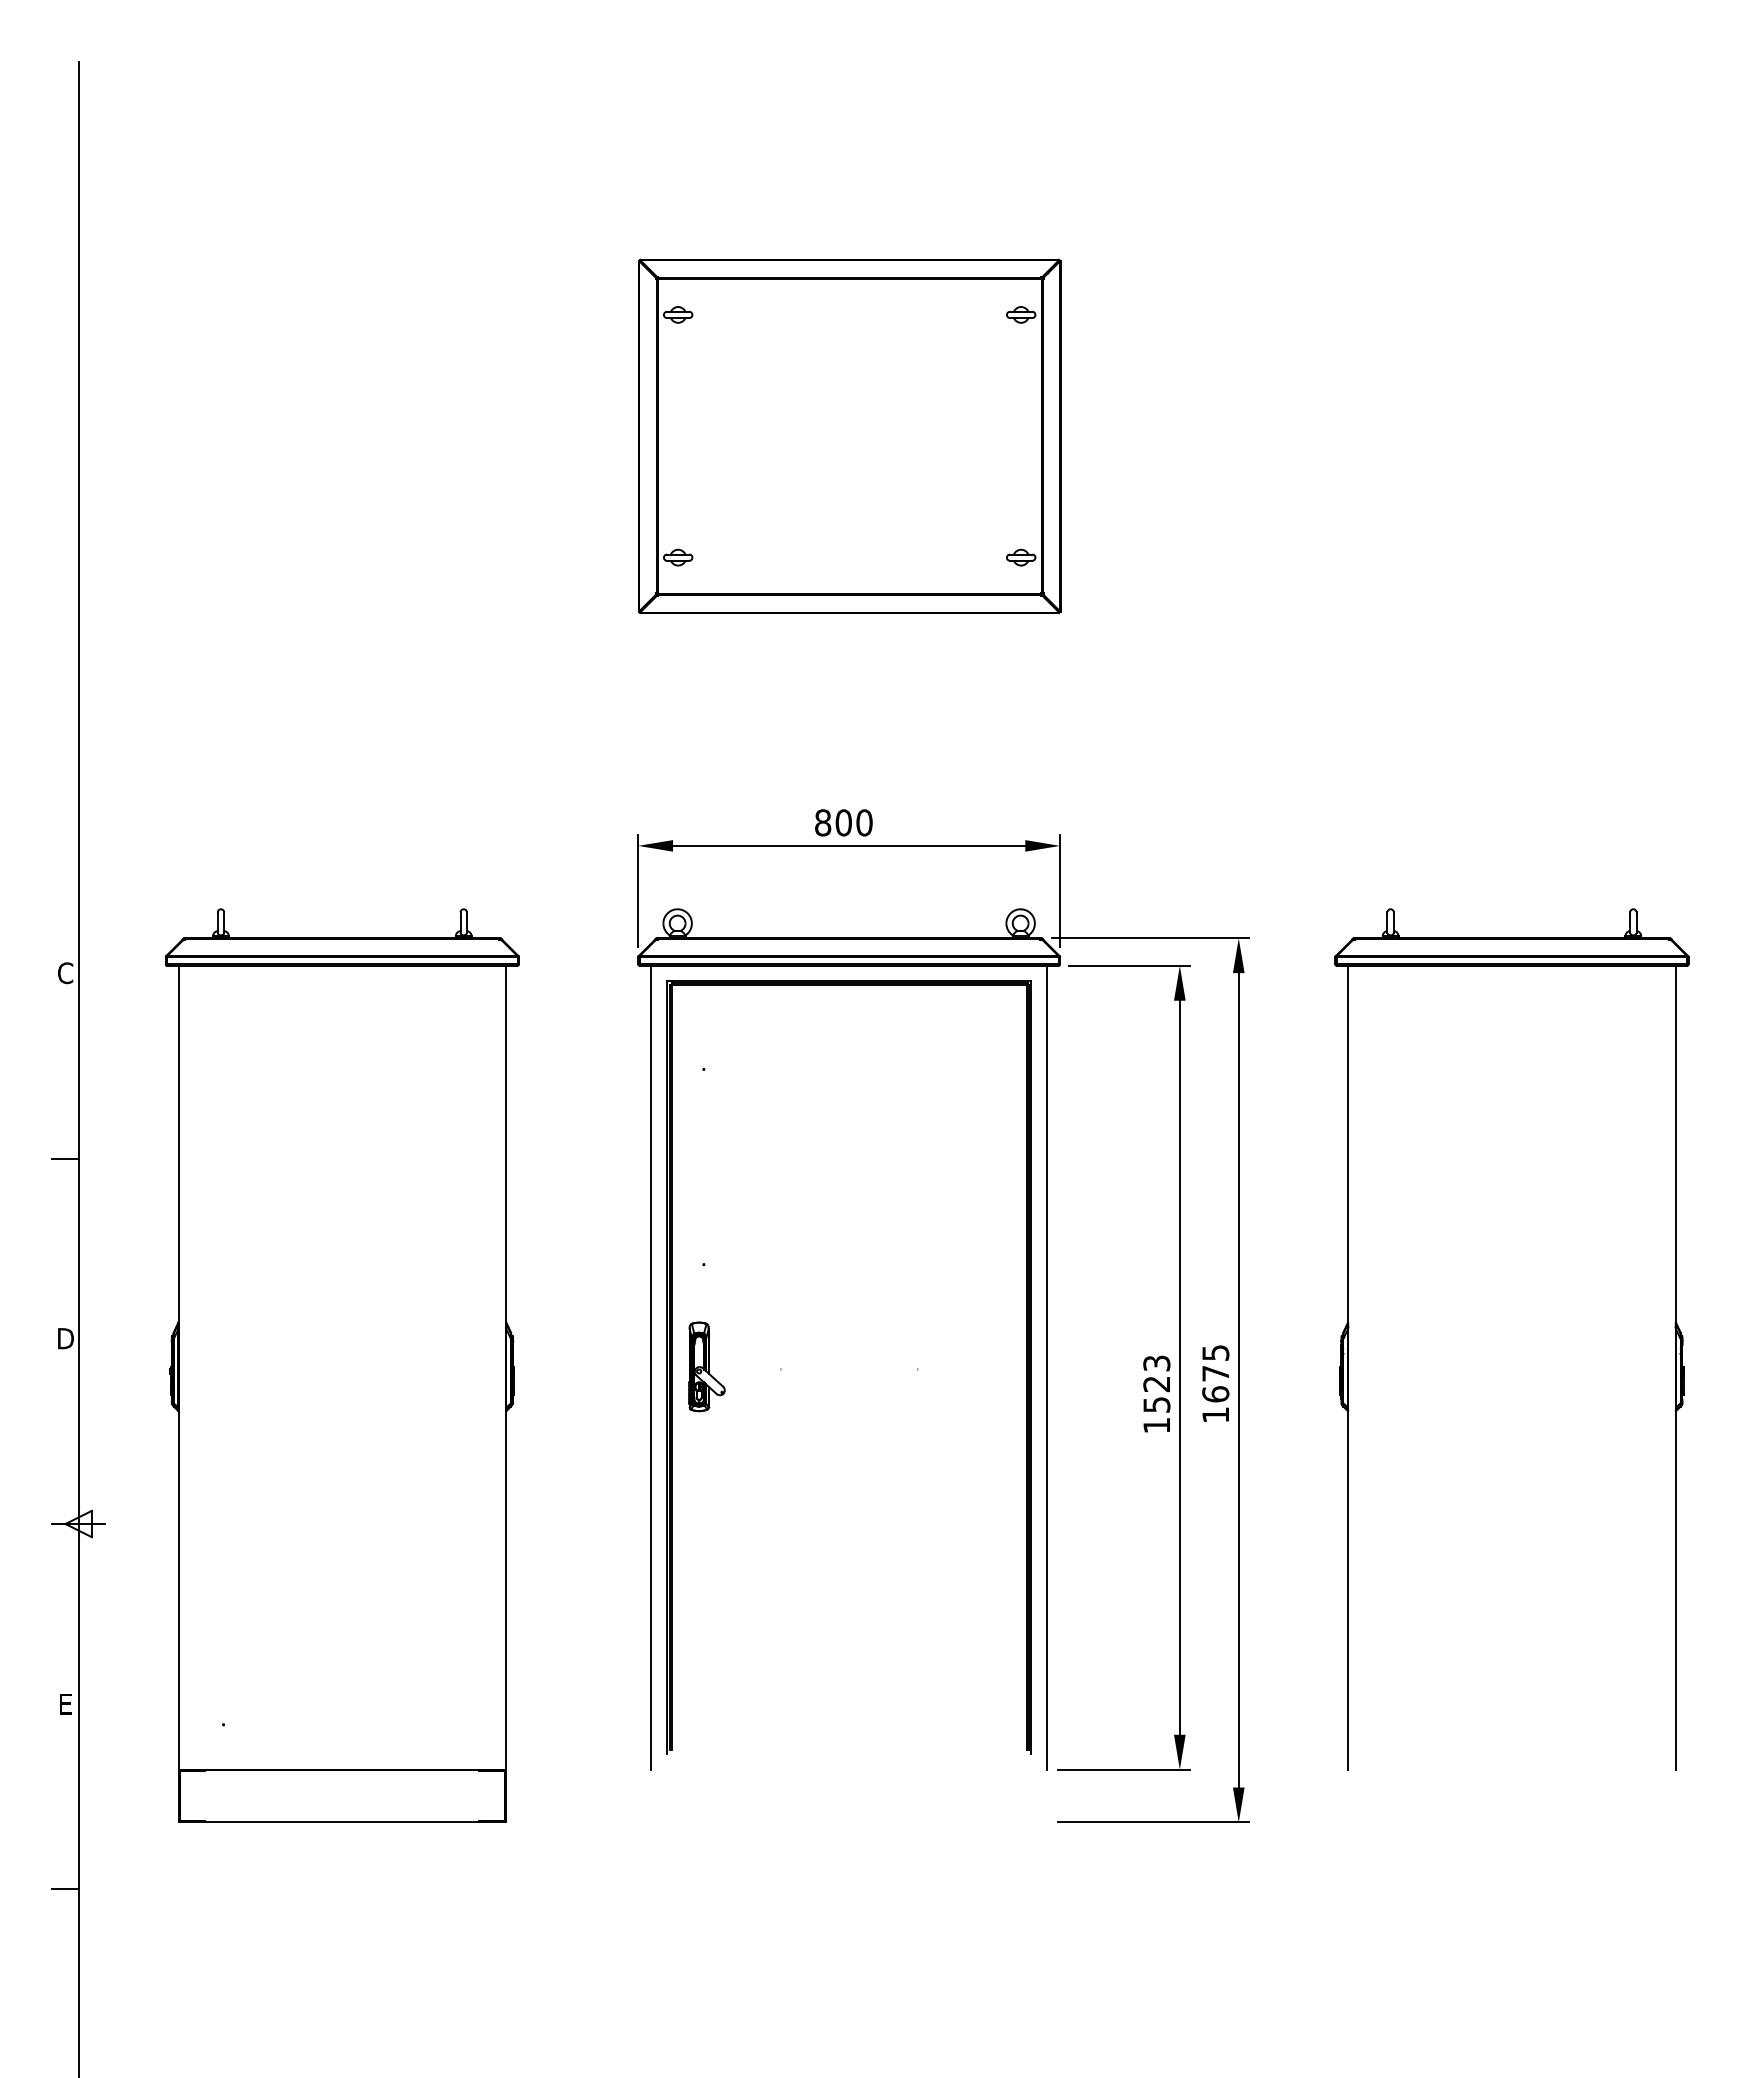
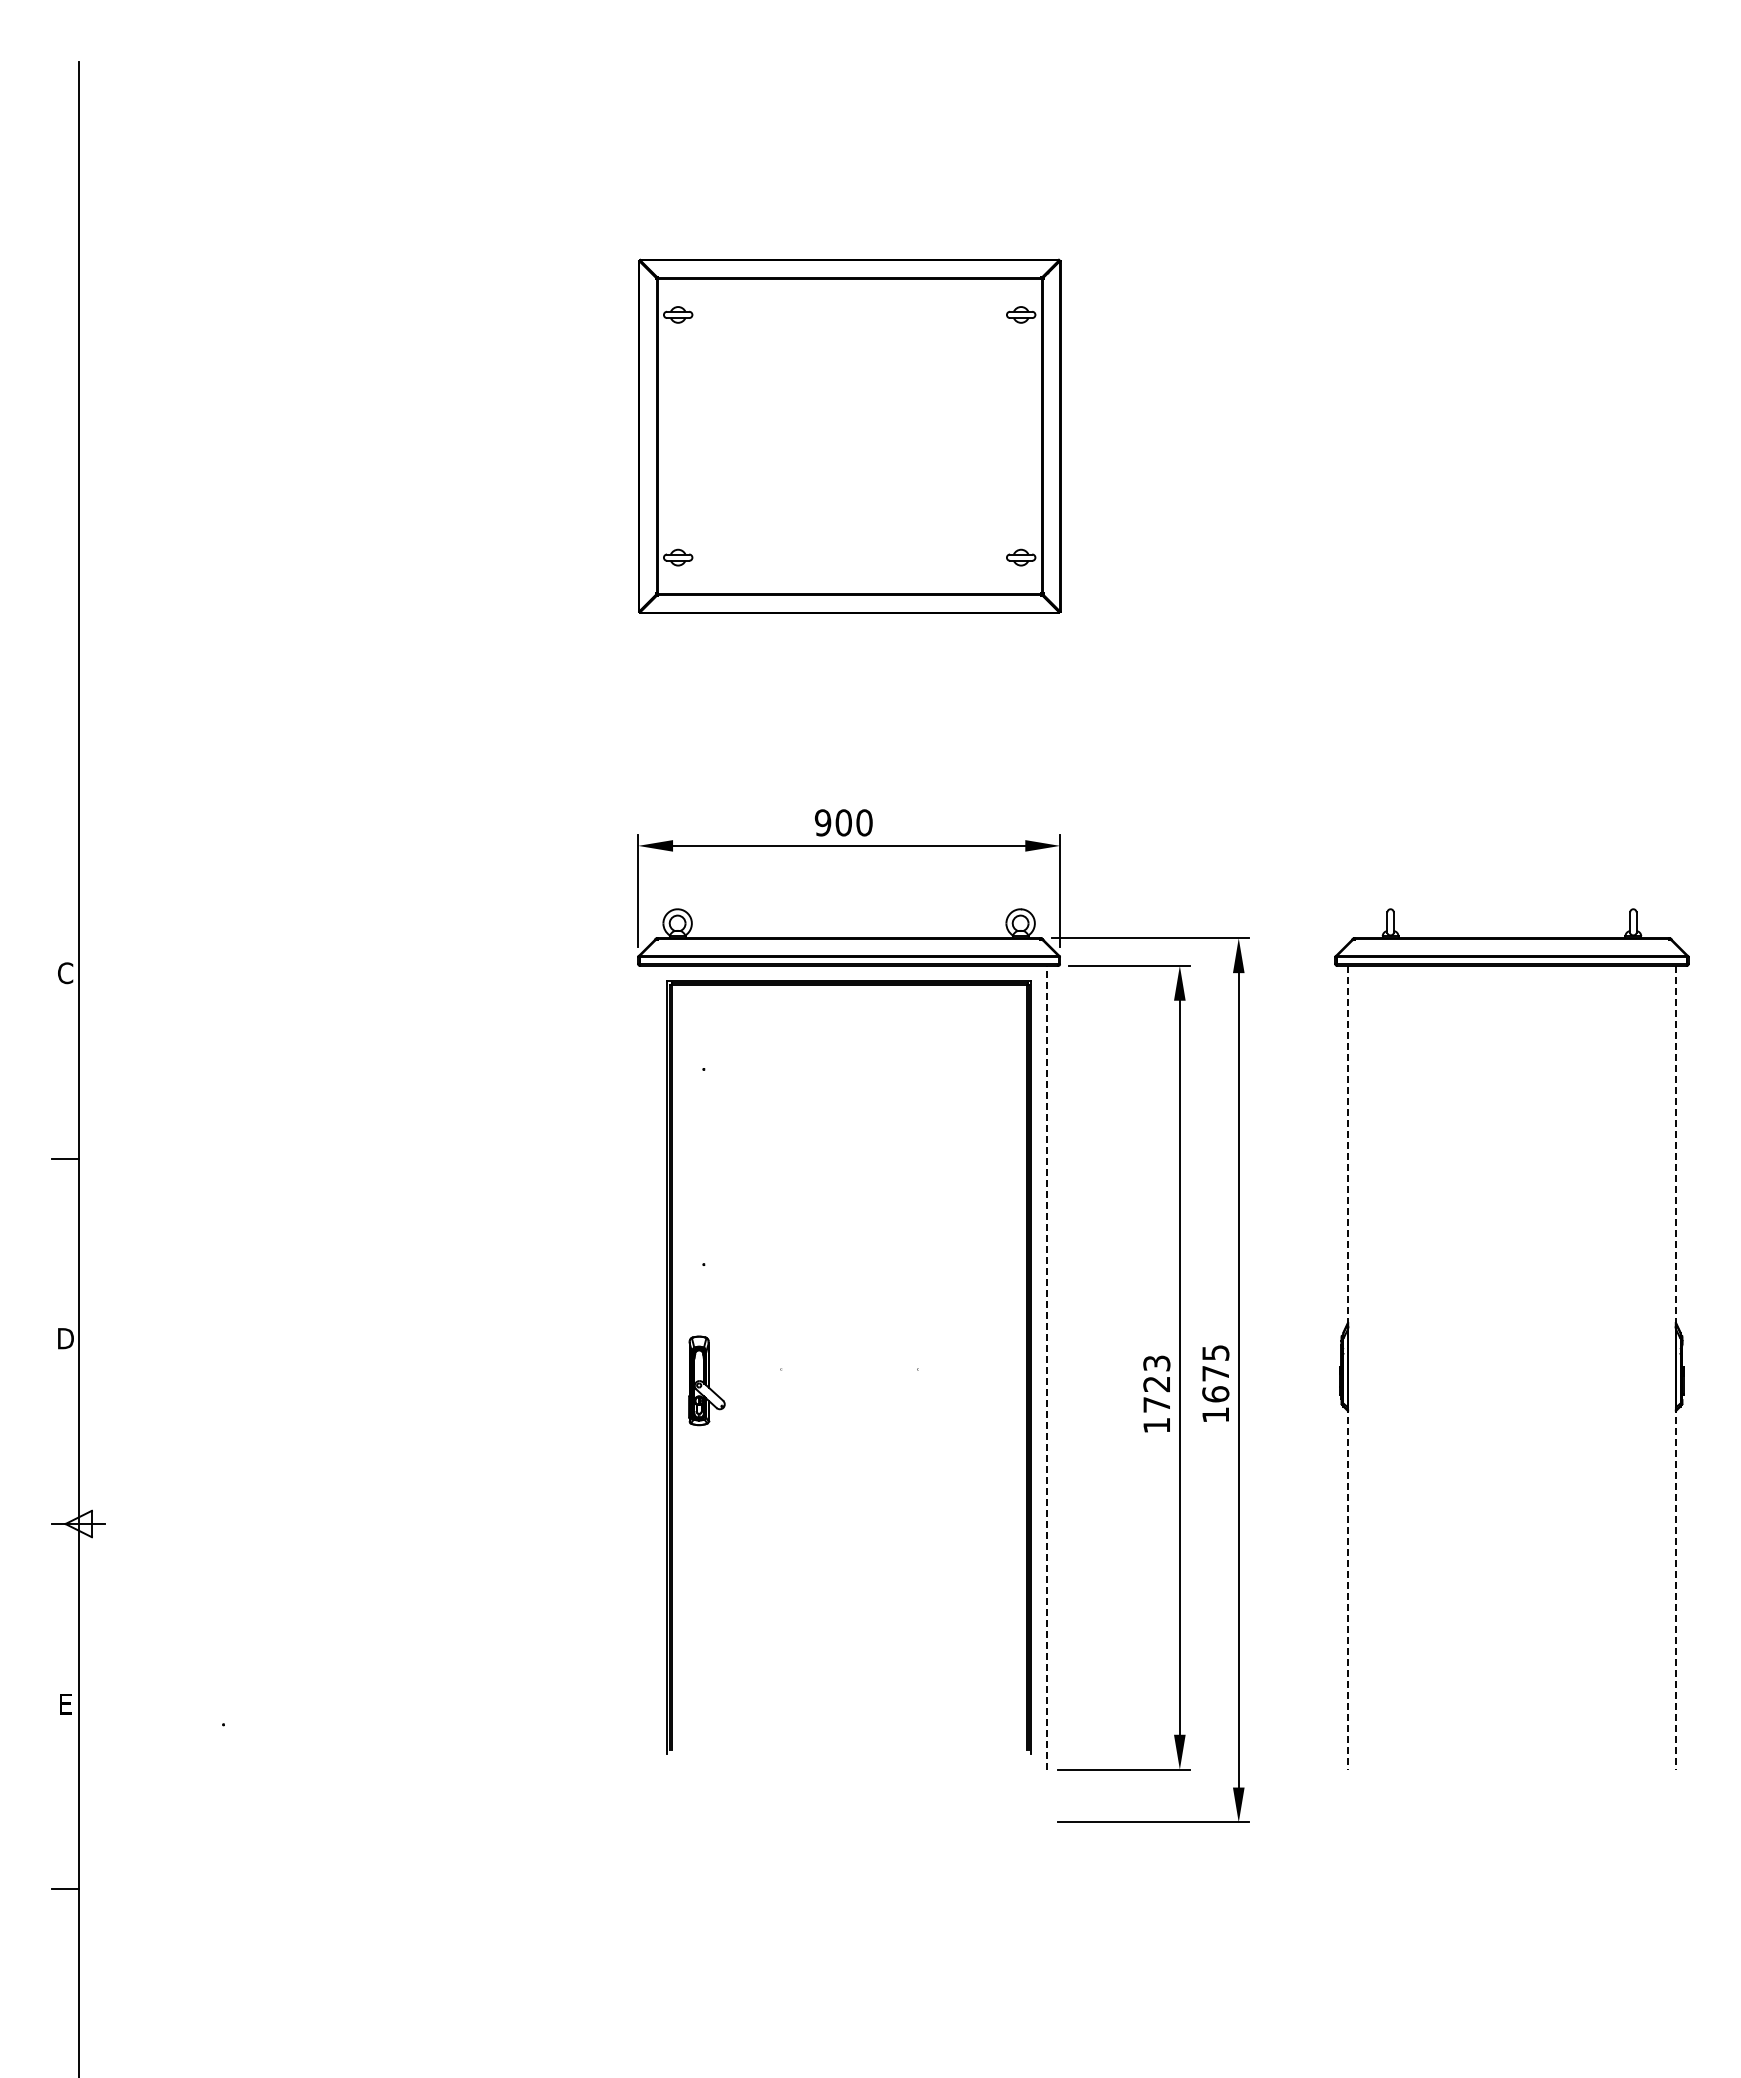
text at (822, 822): 800 -> 900
part at (341, 1365): present -> none
part at (706, 1366) position: (706, 1366) -> (706, 1380)
line at (651, 1367): present -> none
line at (1047, 1367): solid -> dashed
line at (1348, 1367): solid -> dashed
line at (1675, 1367): solid -> dashed
text at (1156, 1404): 1523 -> 1723
